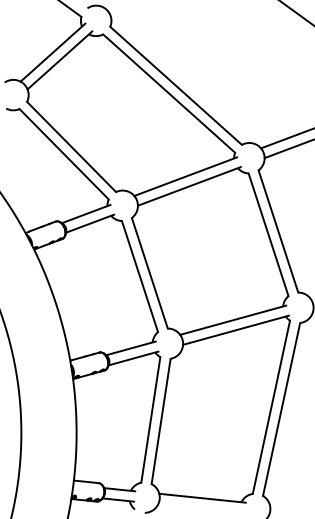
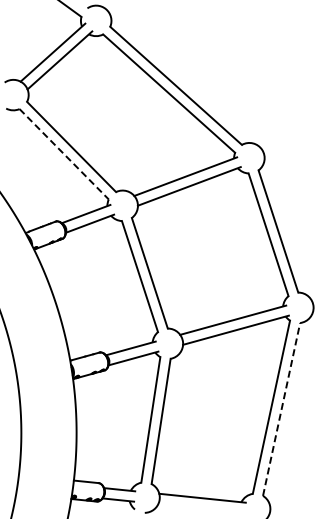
line at (296, 12): present -> none
line at (286, 138): present -> none
line at (287, 149): present -> none
line at (64, 154): solid -> dashed
line at (281, 408): solid -> dashed
